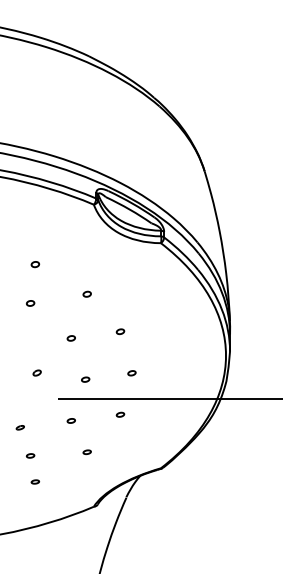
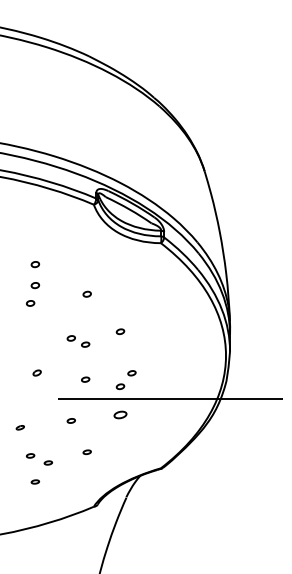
part at (35, 285): none -> present
part at (85, 344): none -> present
part at (120, 386): none -> present
part at (120, 414) size: 11x7 px -> 15x10 px
part at (48, 462): none -> present
